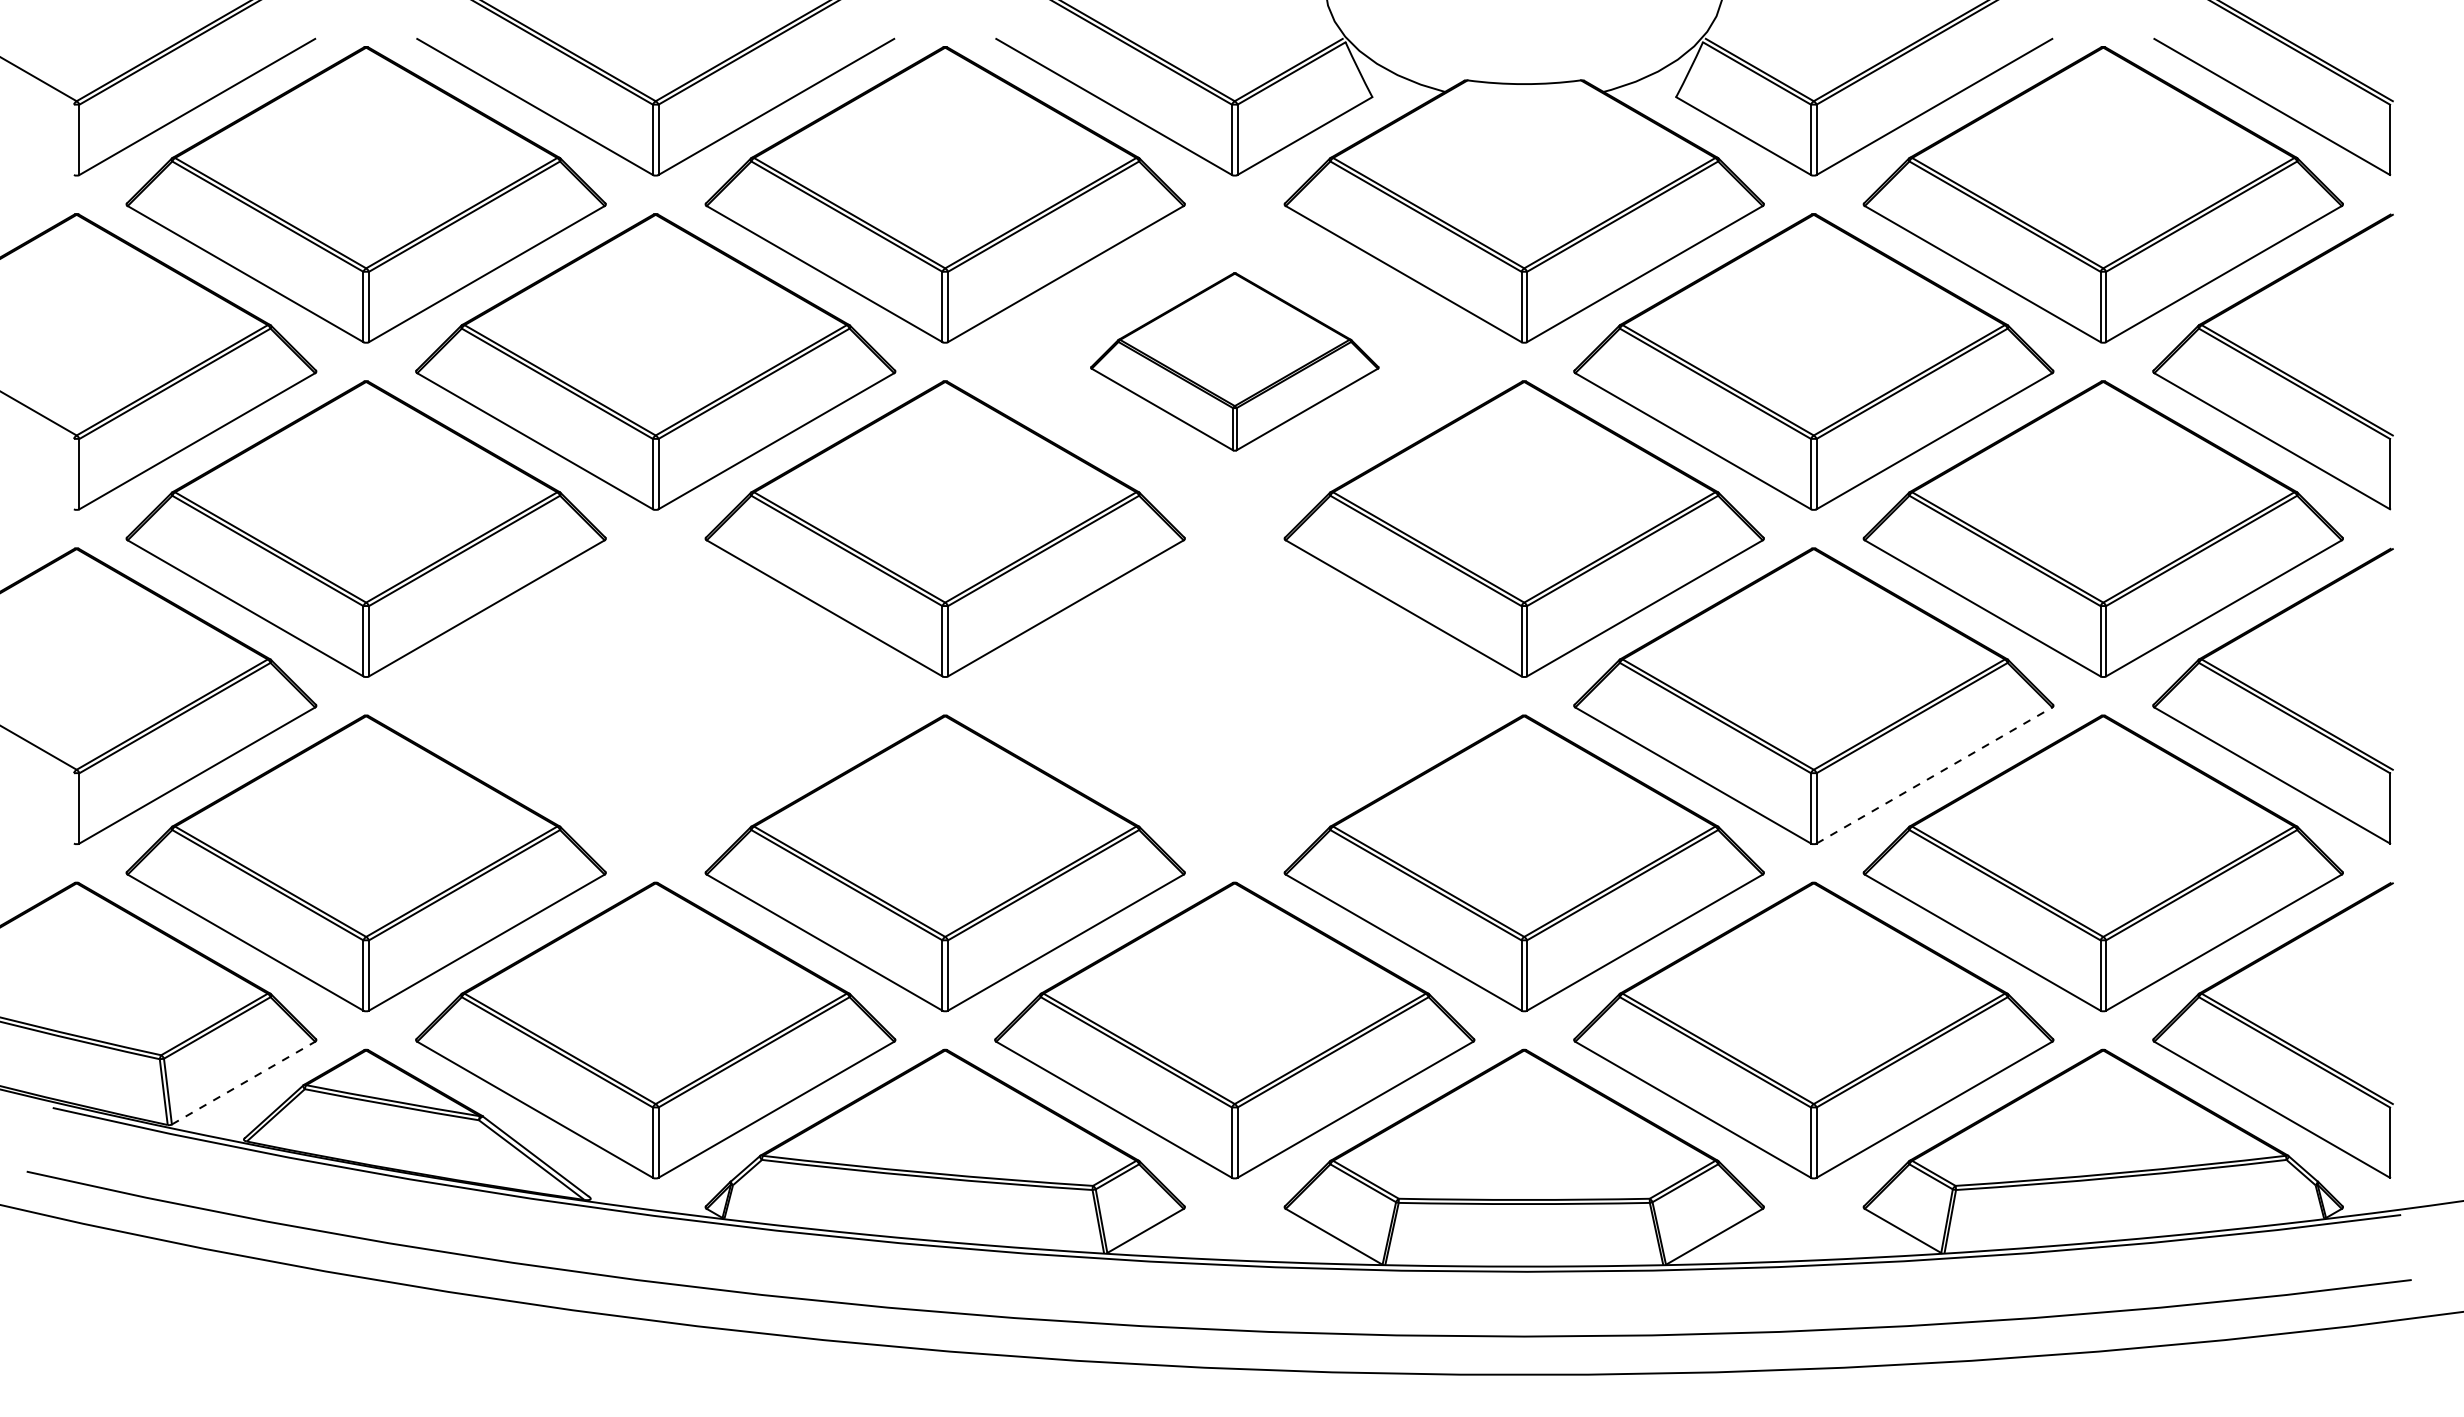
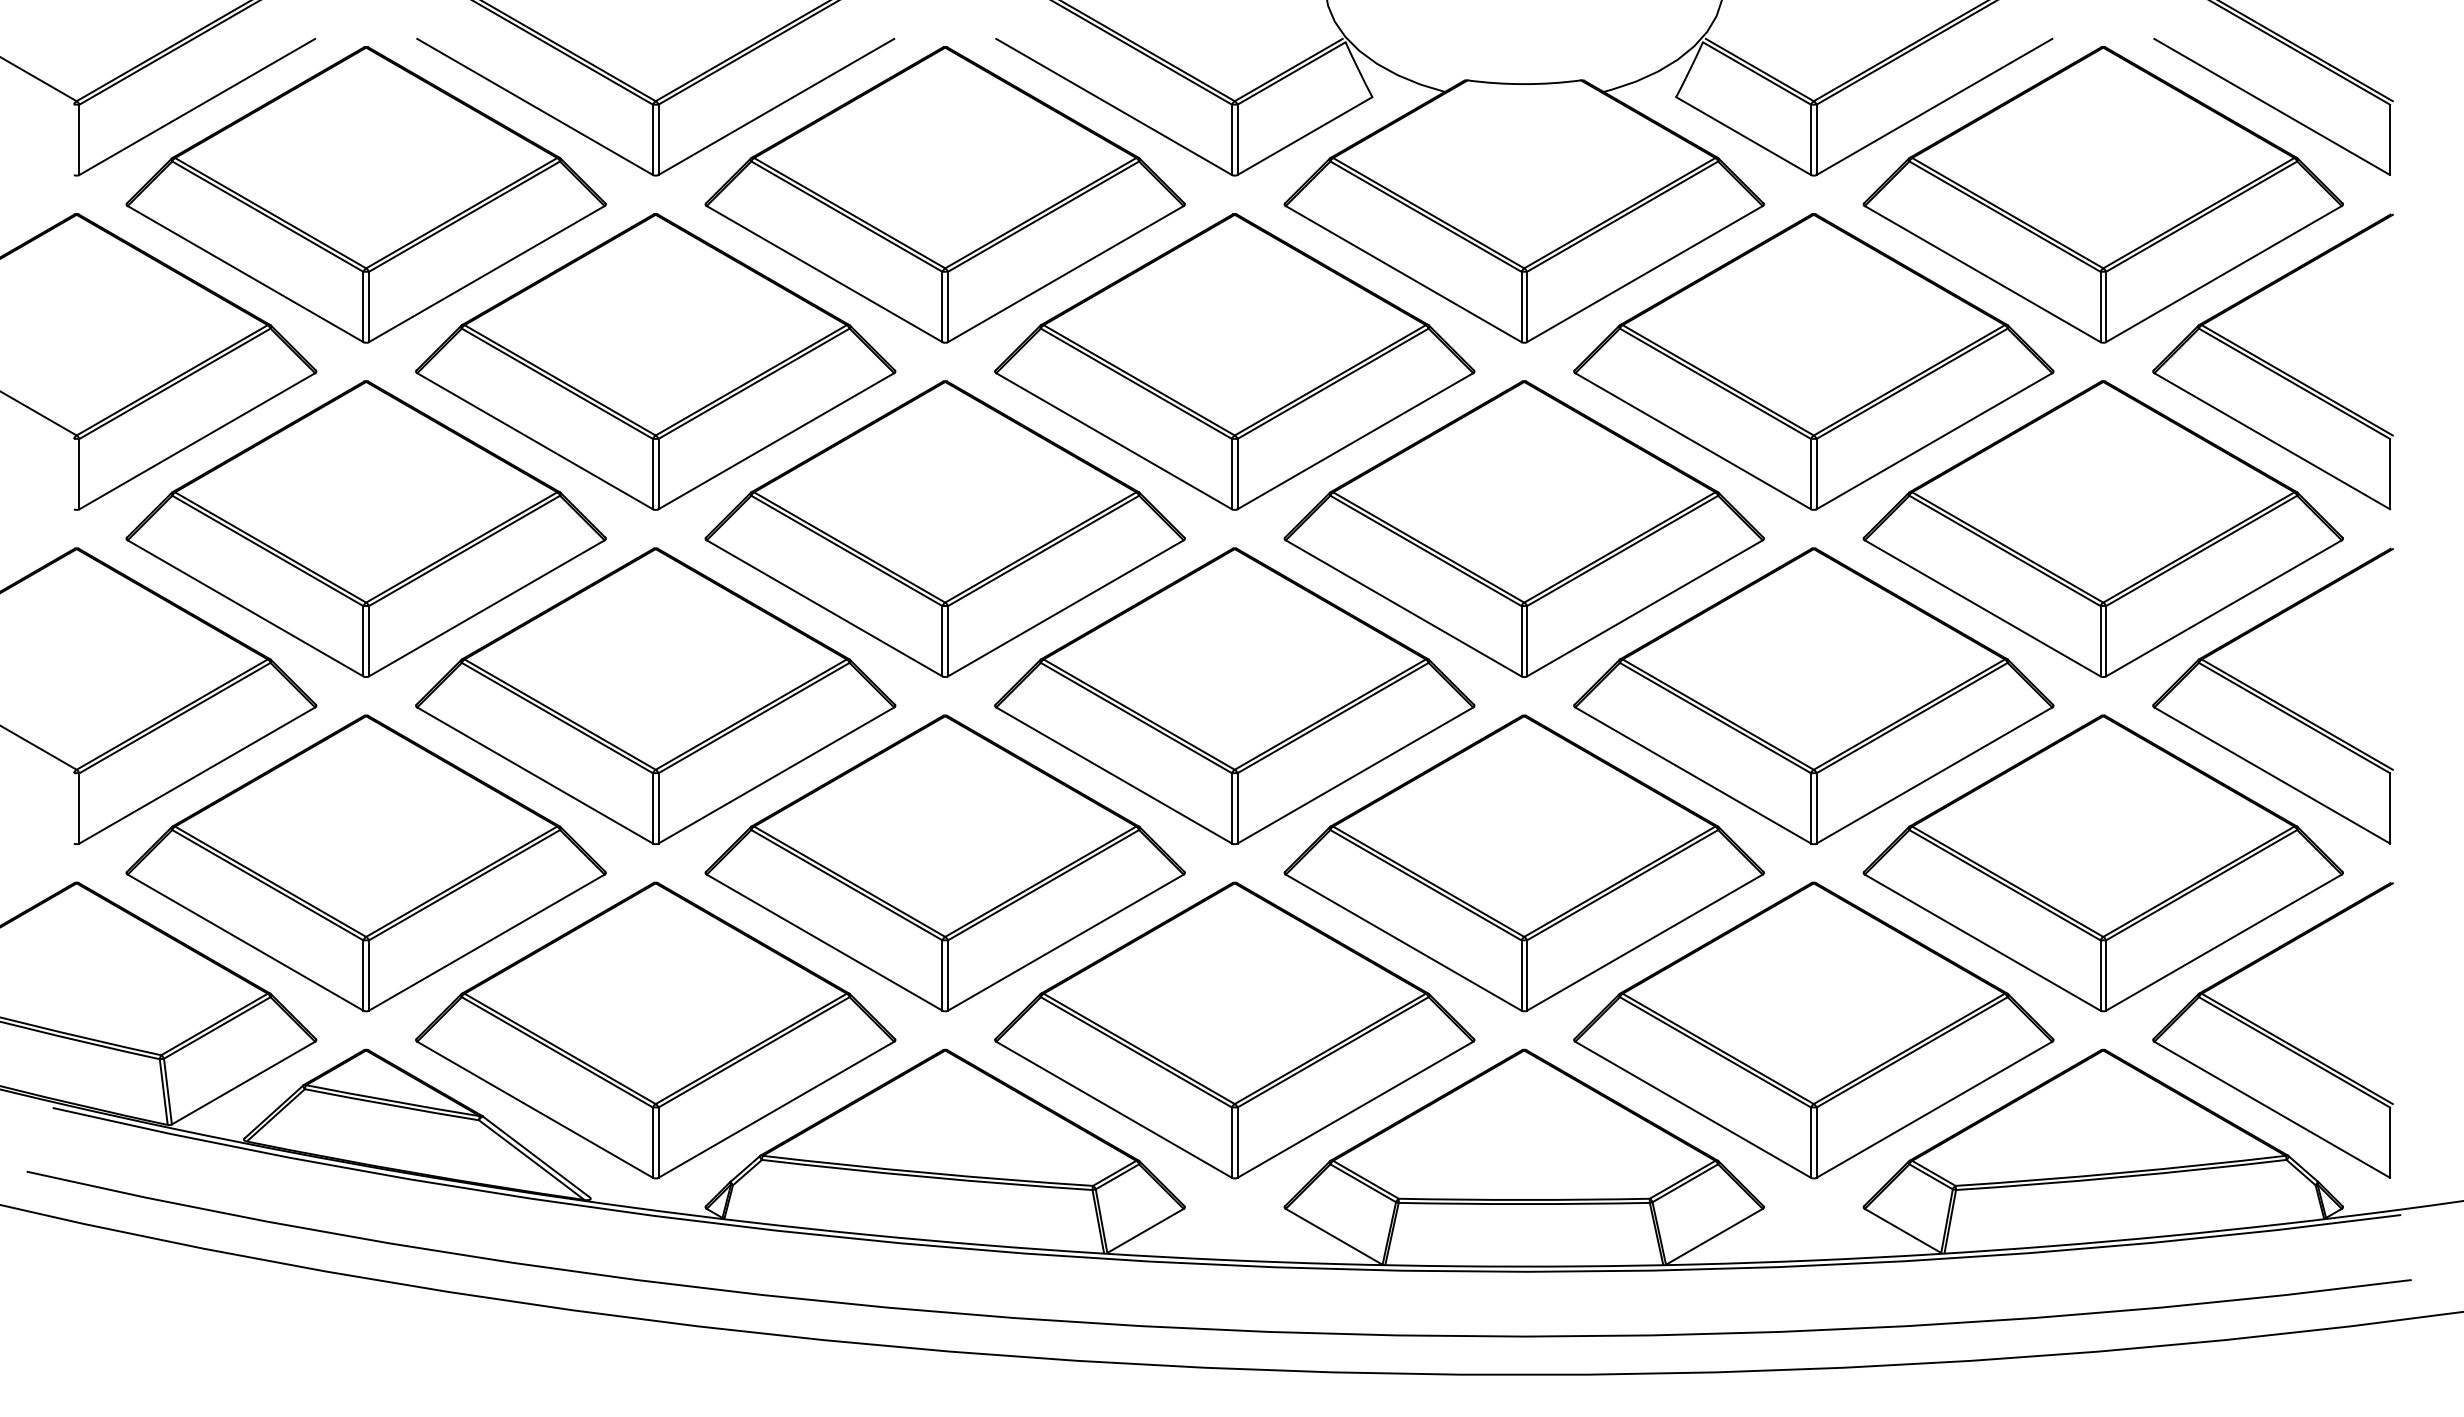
part at (1234, 361) size: 290x180 px -> 482x298 px
part at (655, 695): none -> present
part at (1234, 695): none -> present
line at (1934, 775): dashed -> solid
line at (243, 1083): dashed -> solid
